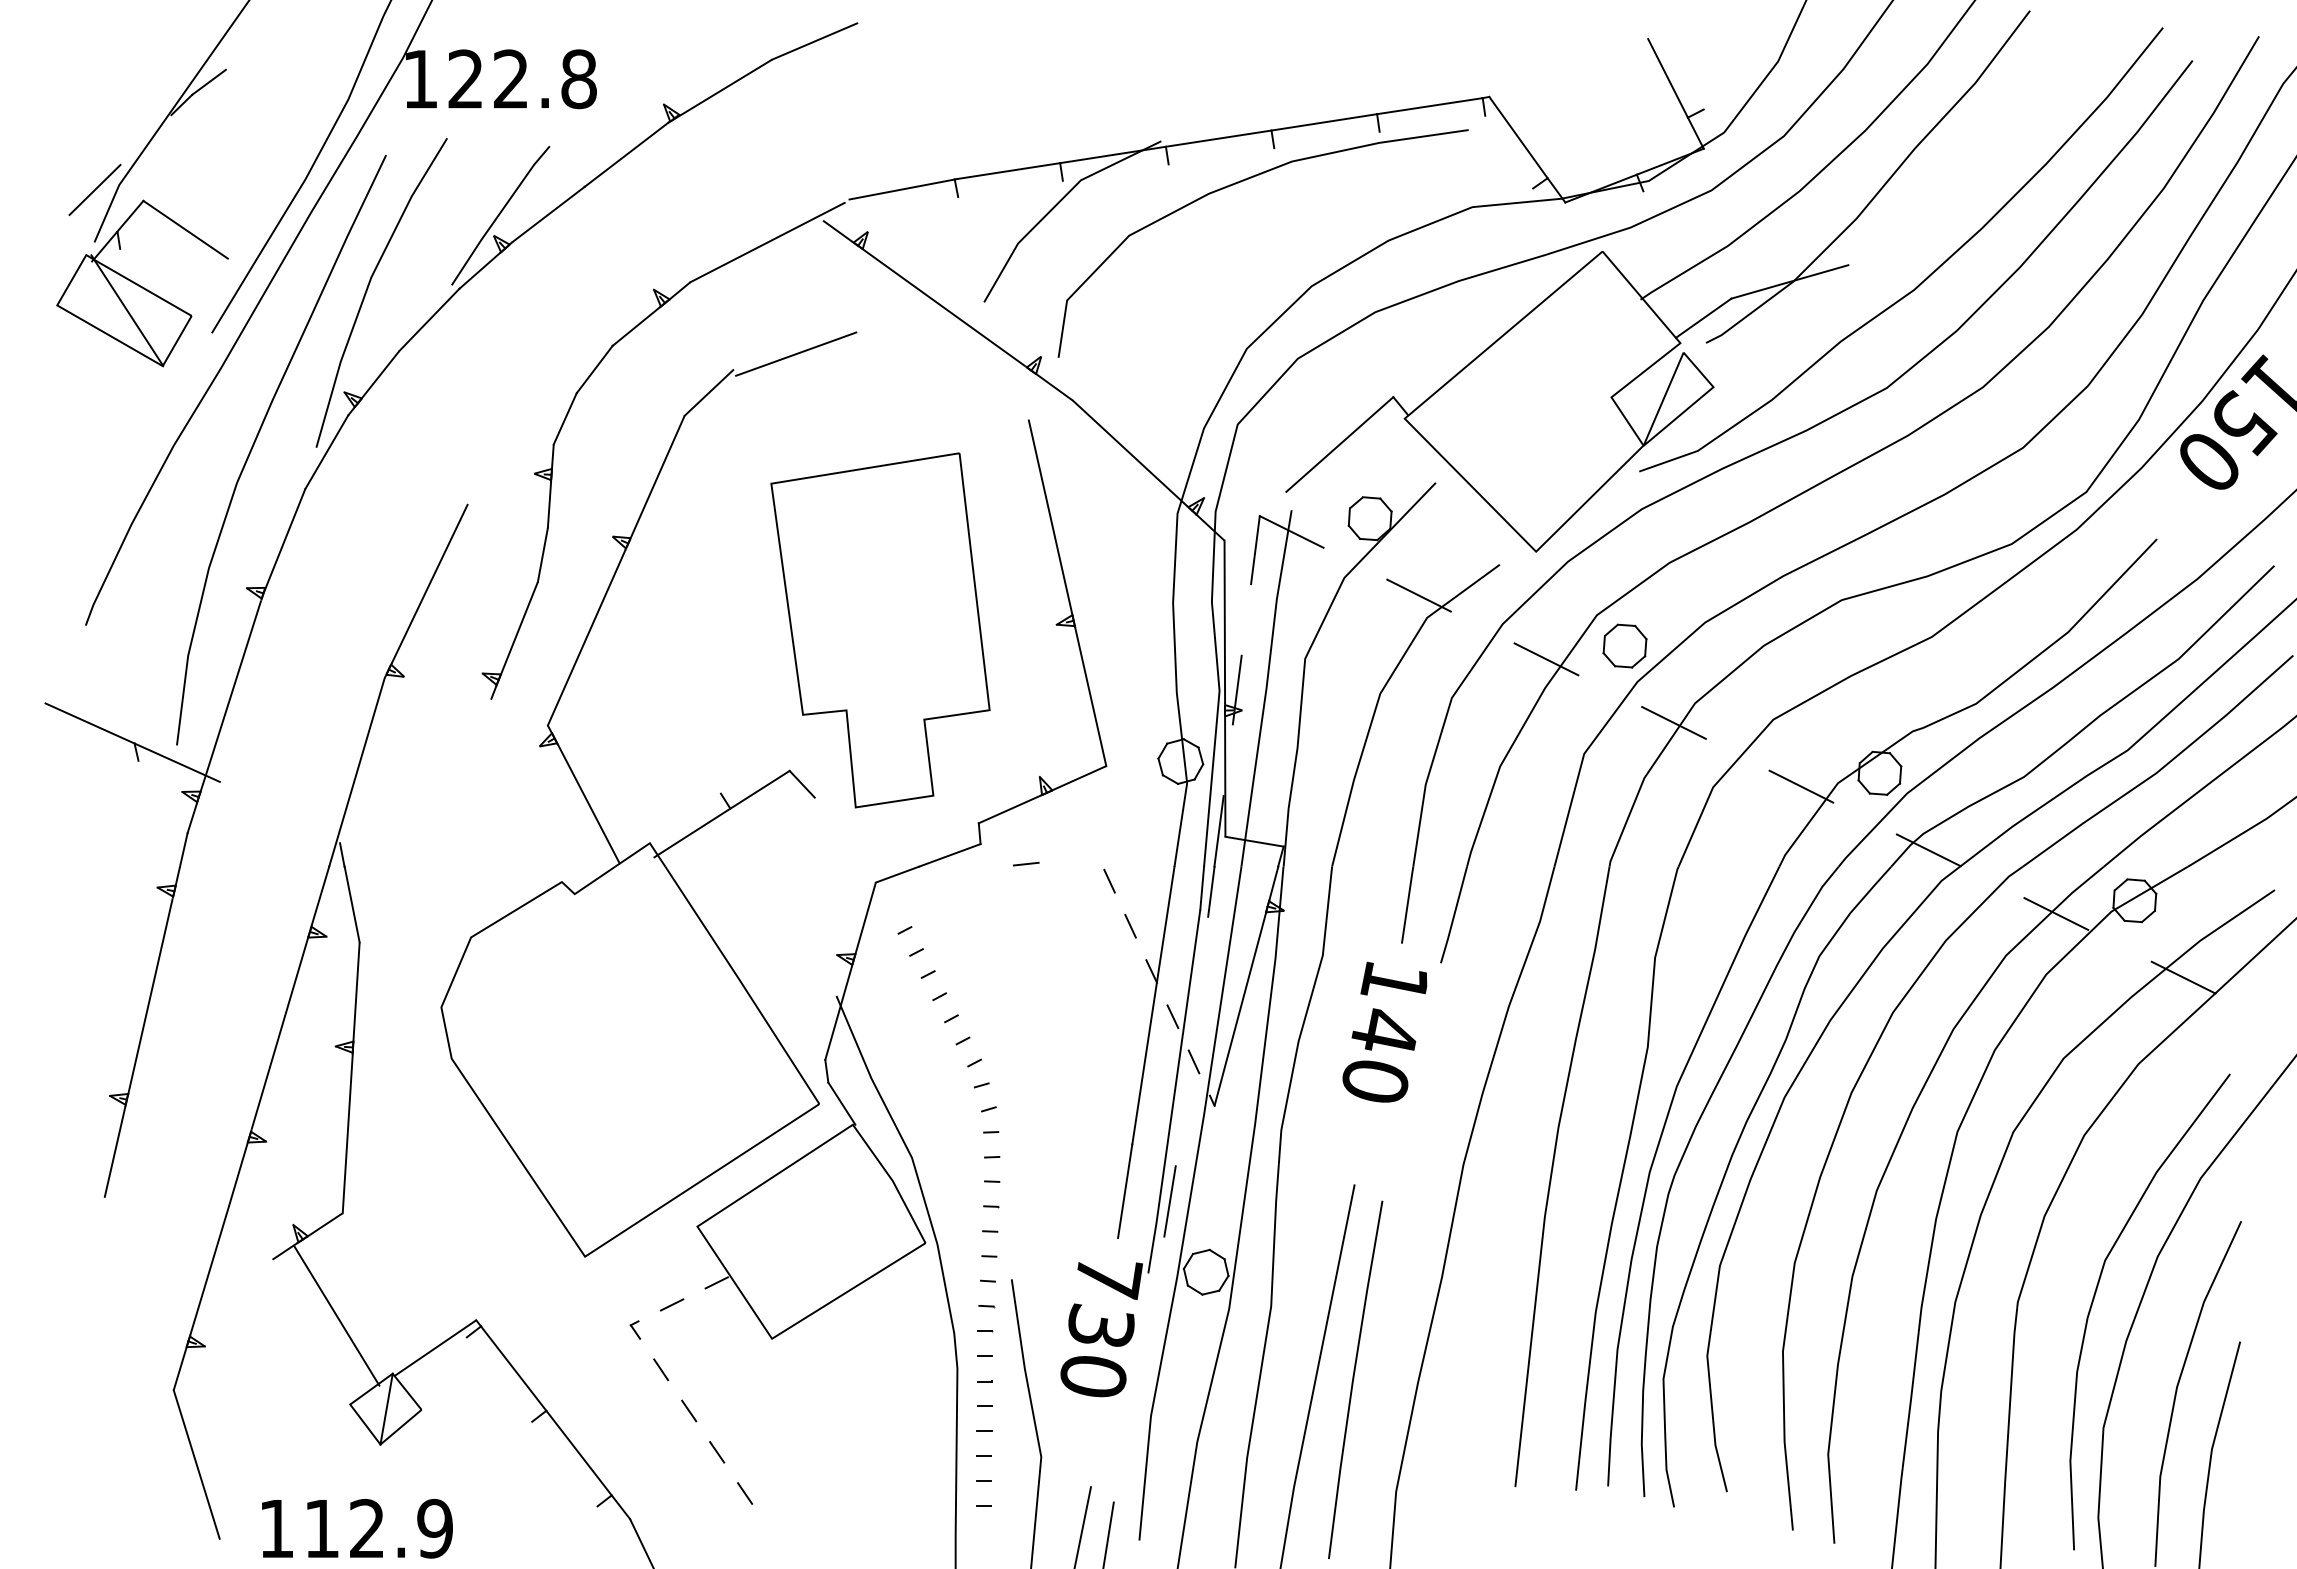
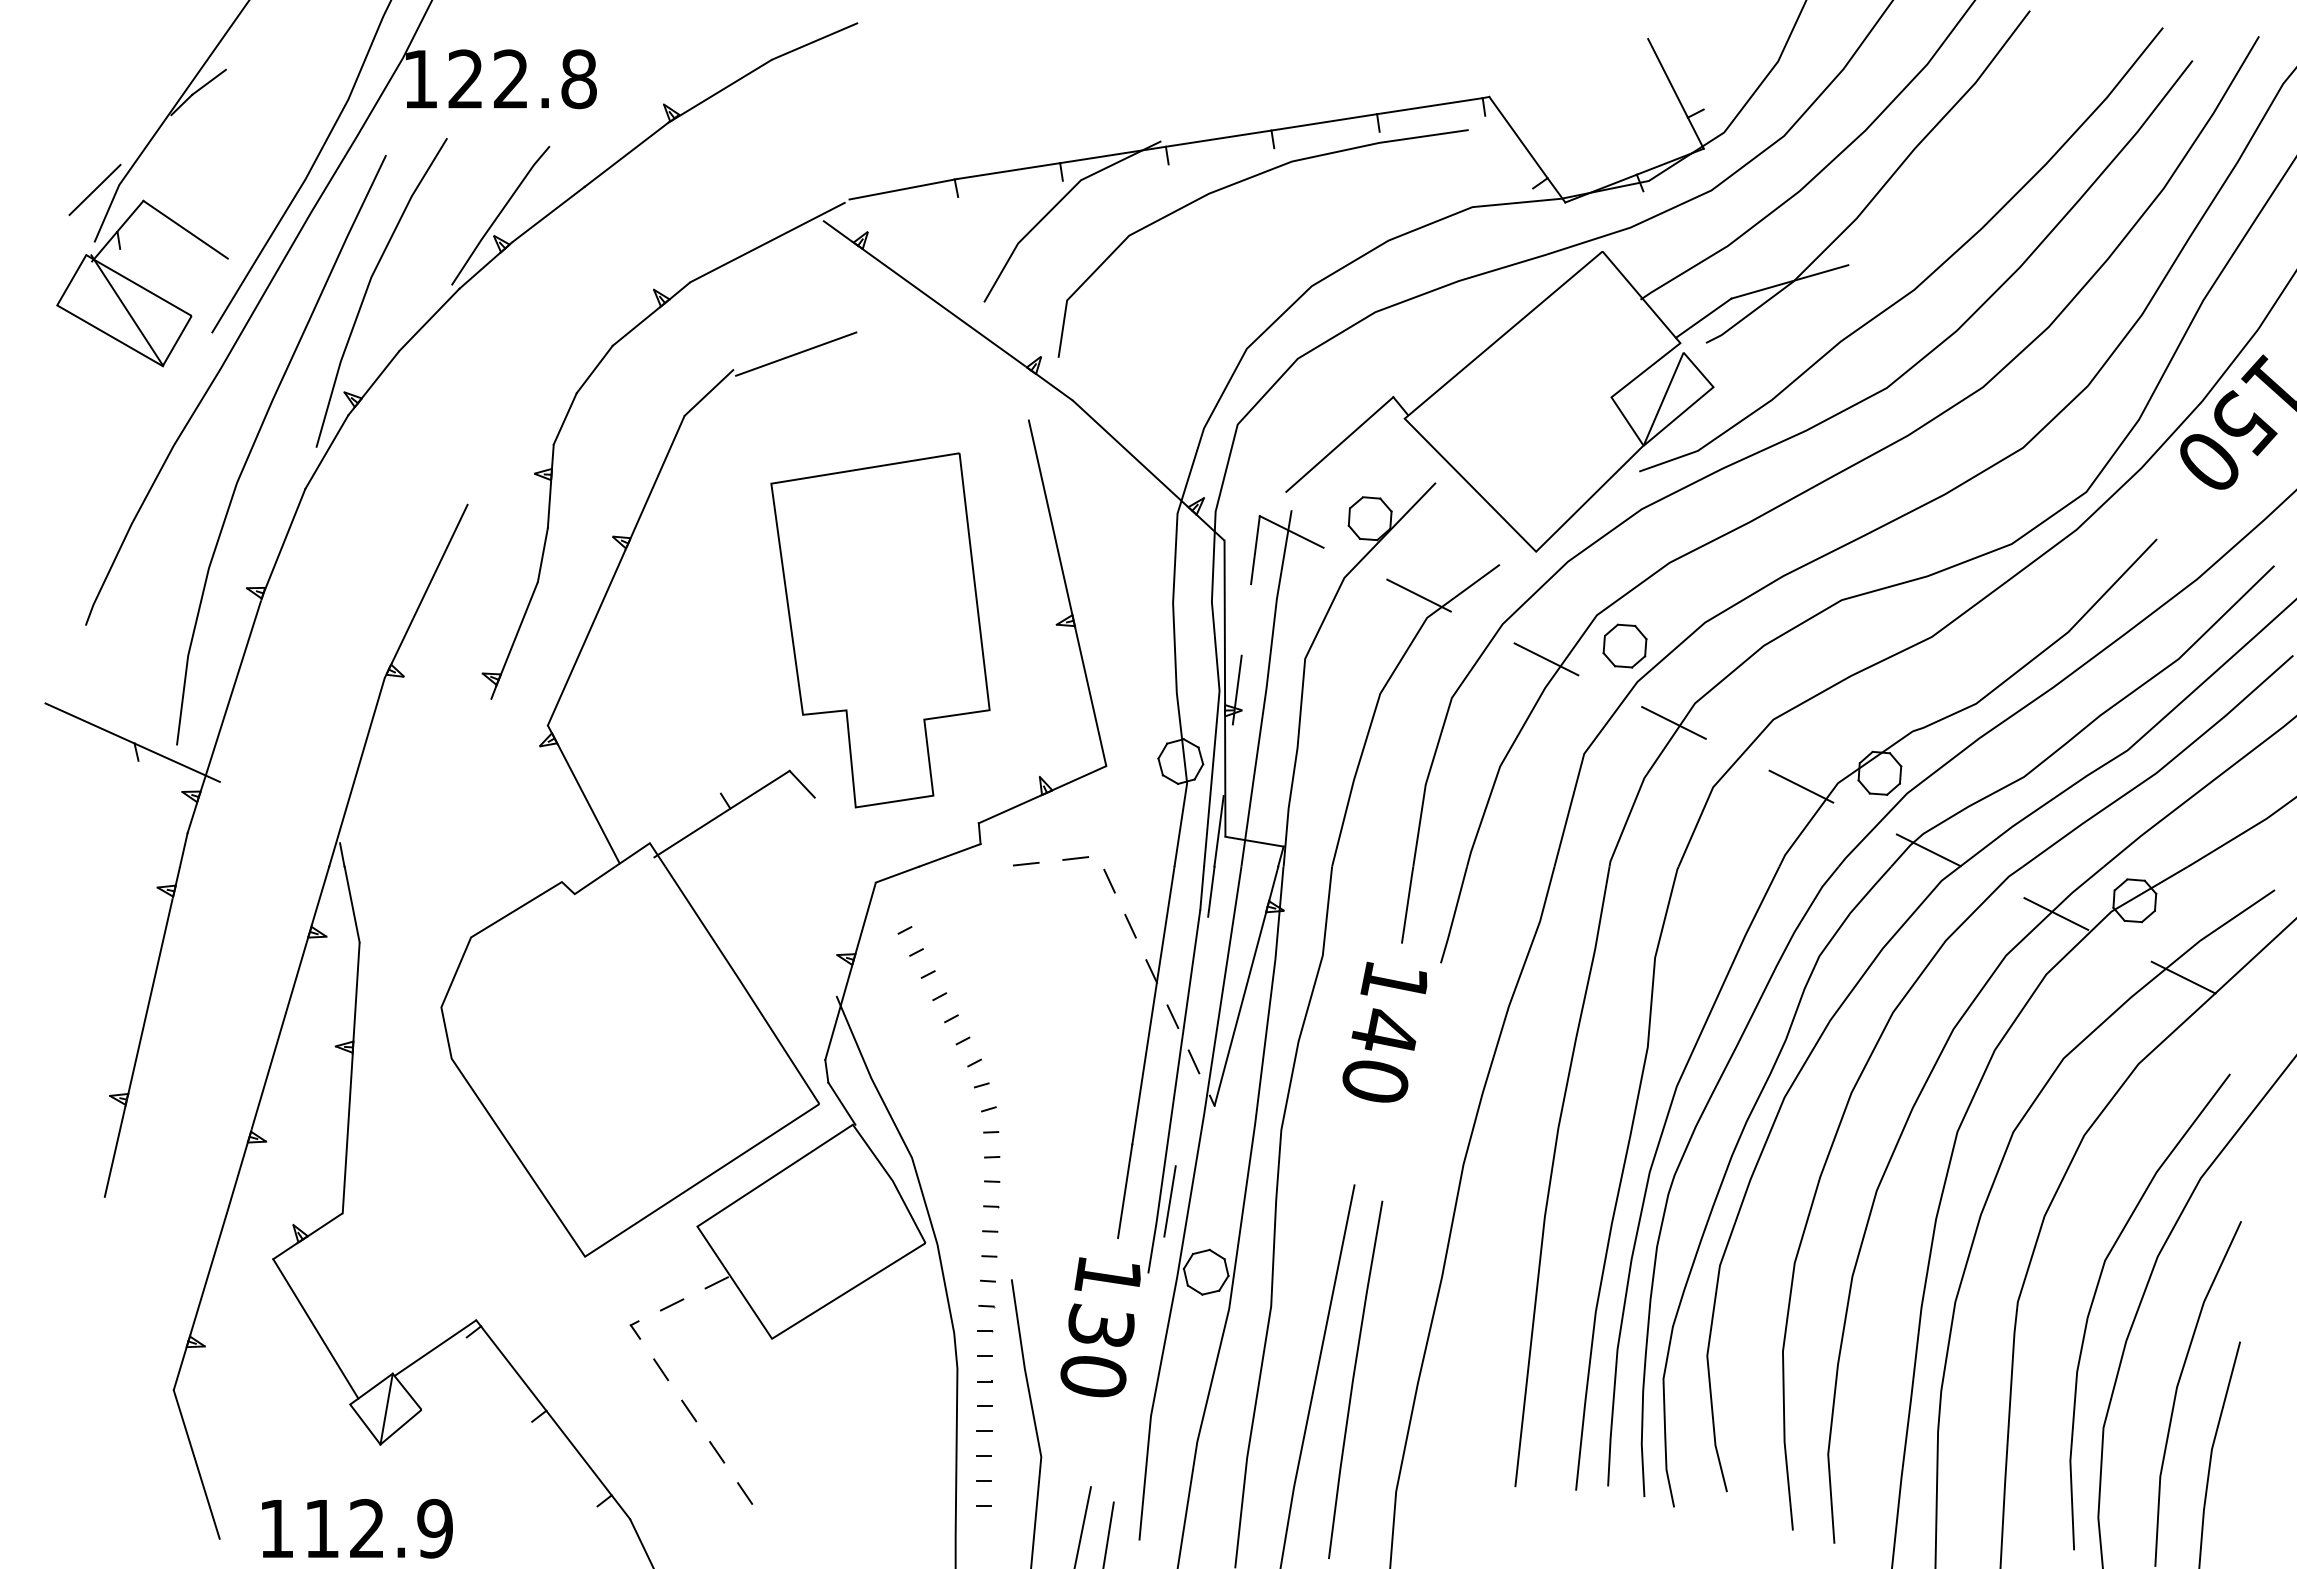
line at (1075, 858): none -> present
text at (1108, 1278): 730 -> 130
line at (336, 1315) position: (336, 1315) -> (315, 1328)
